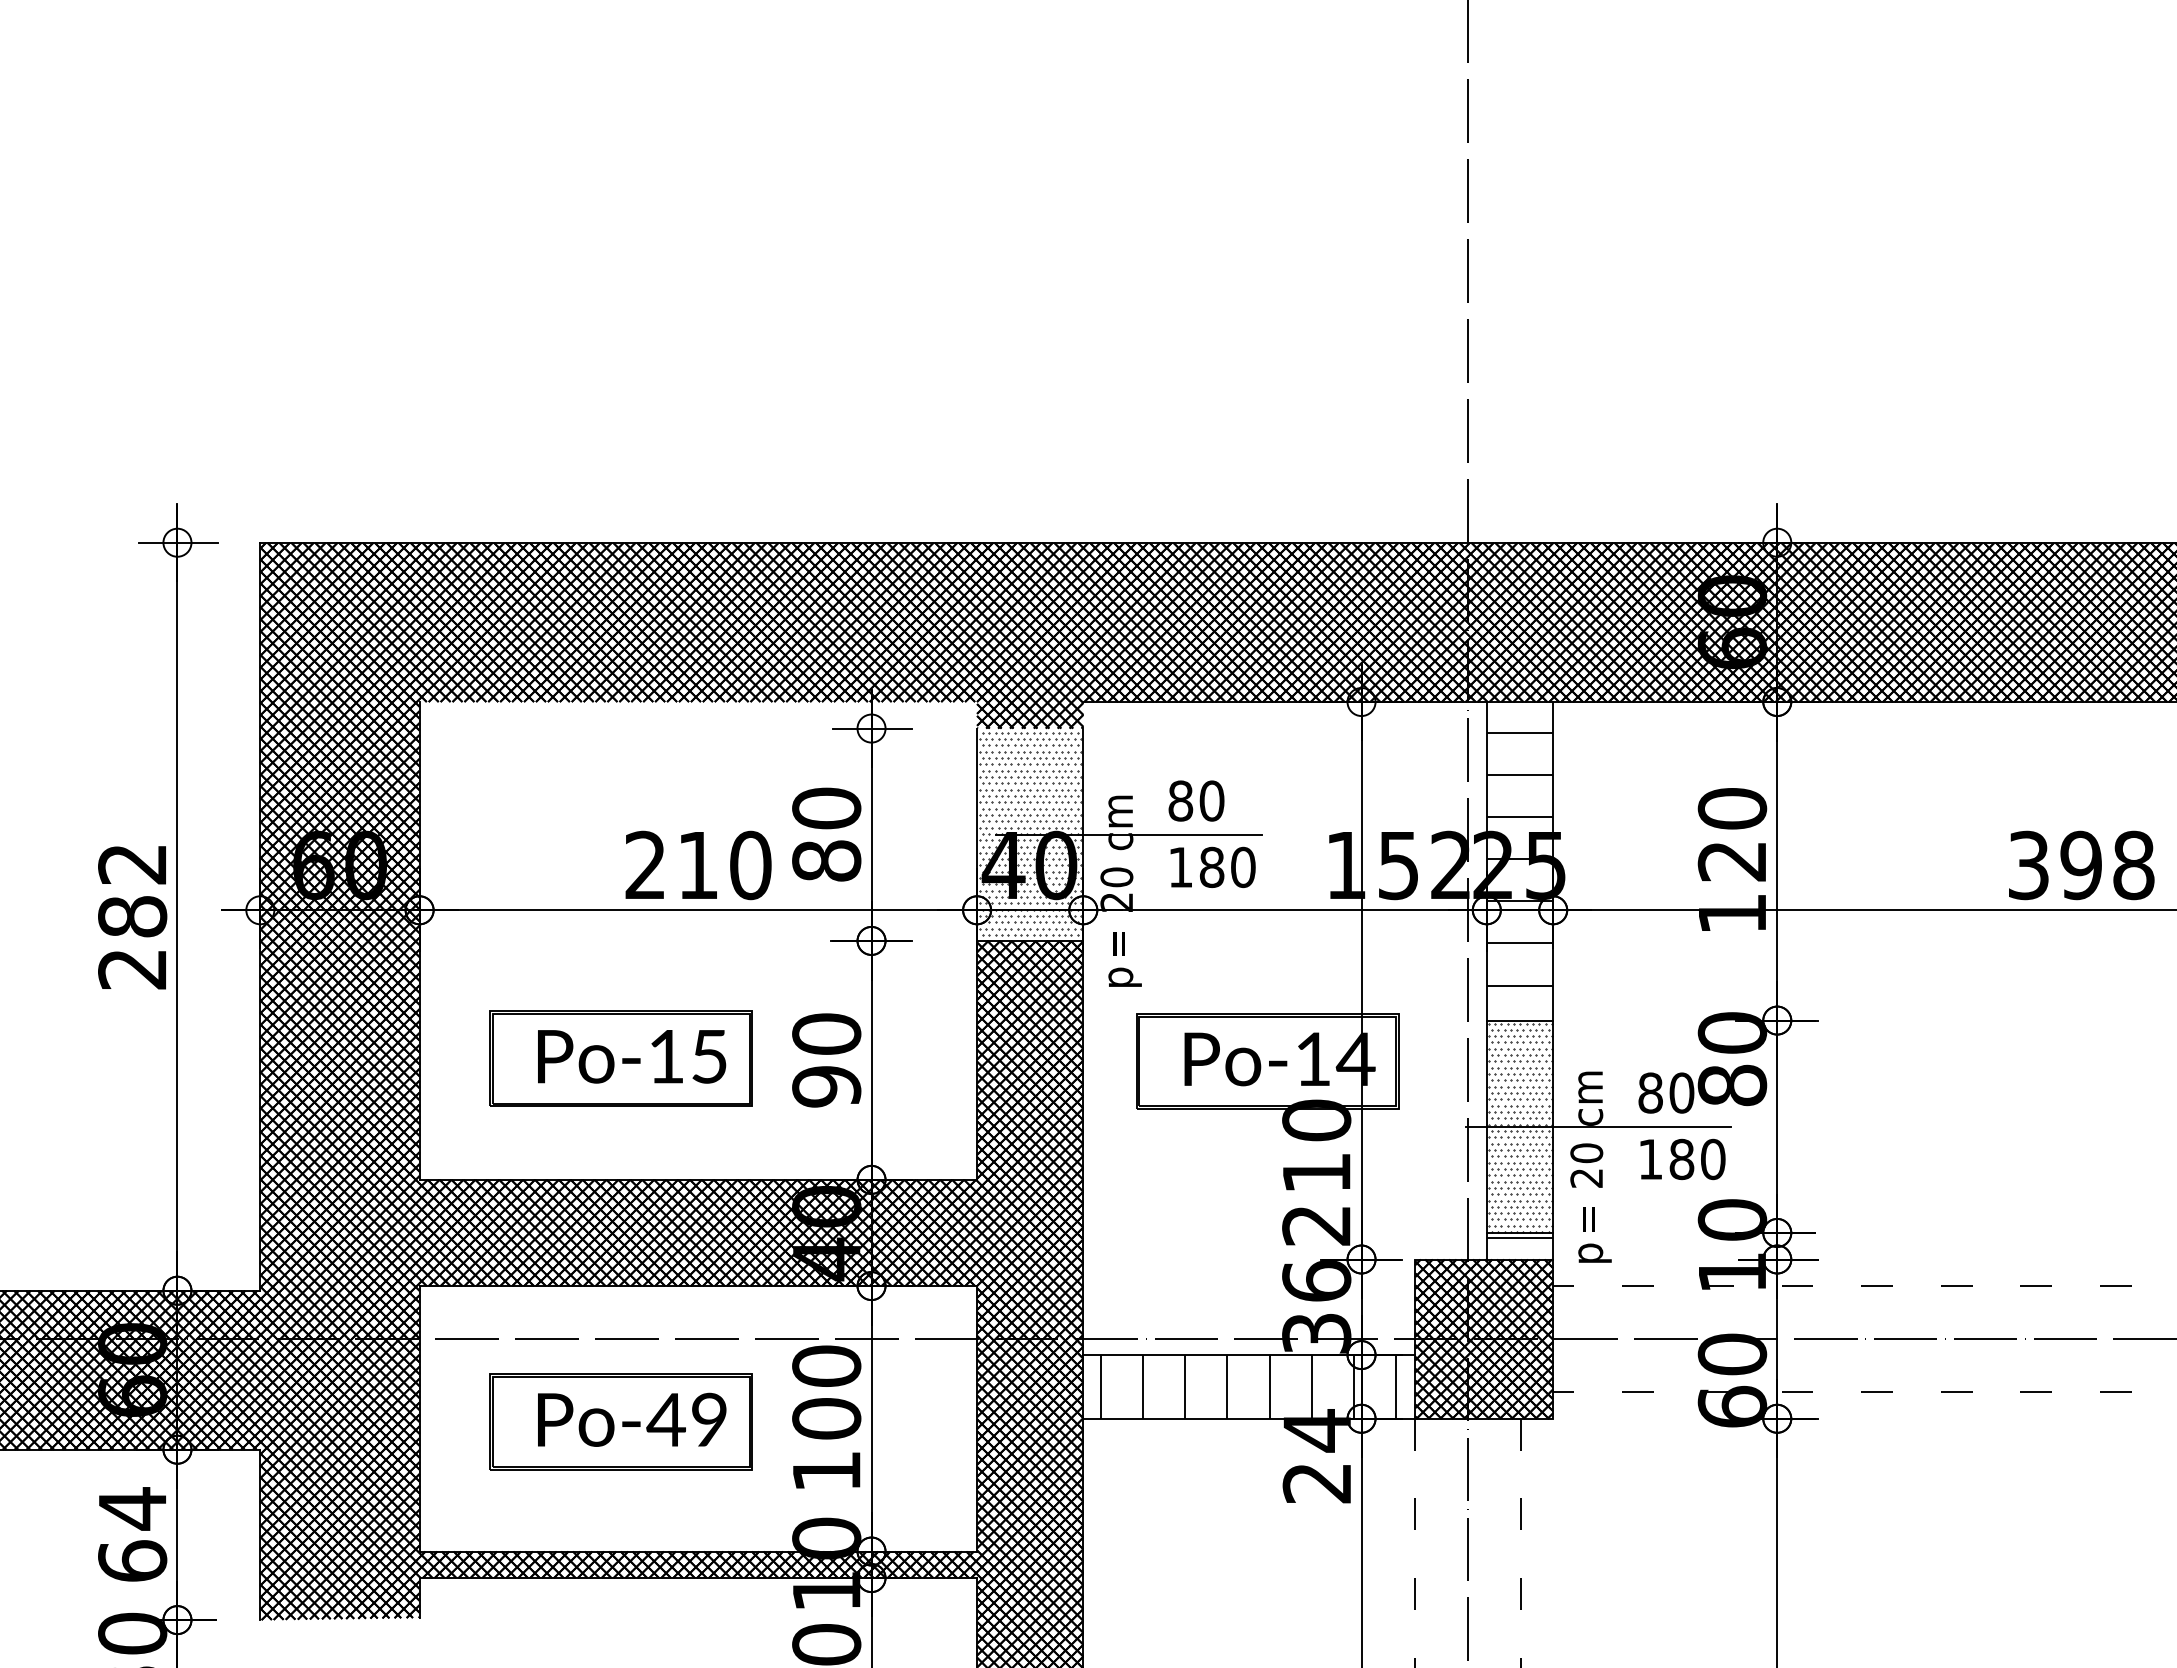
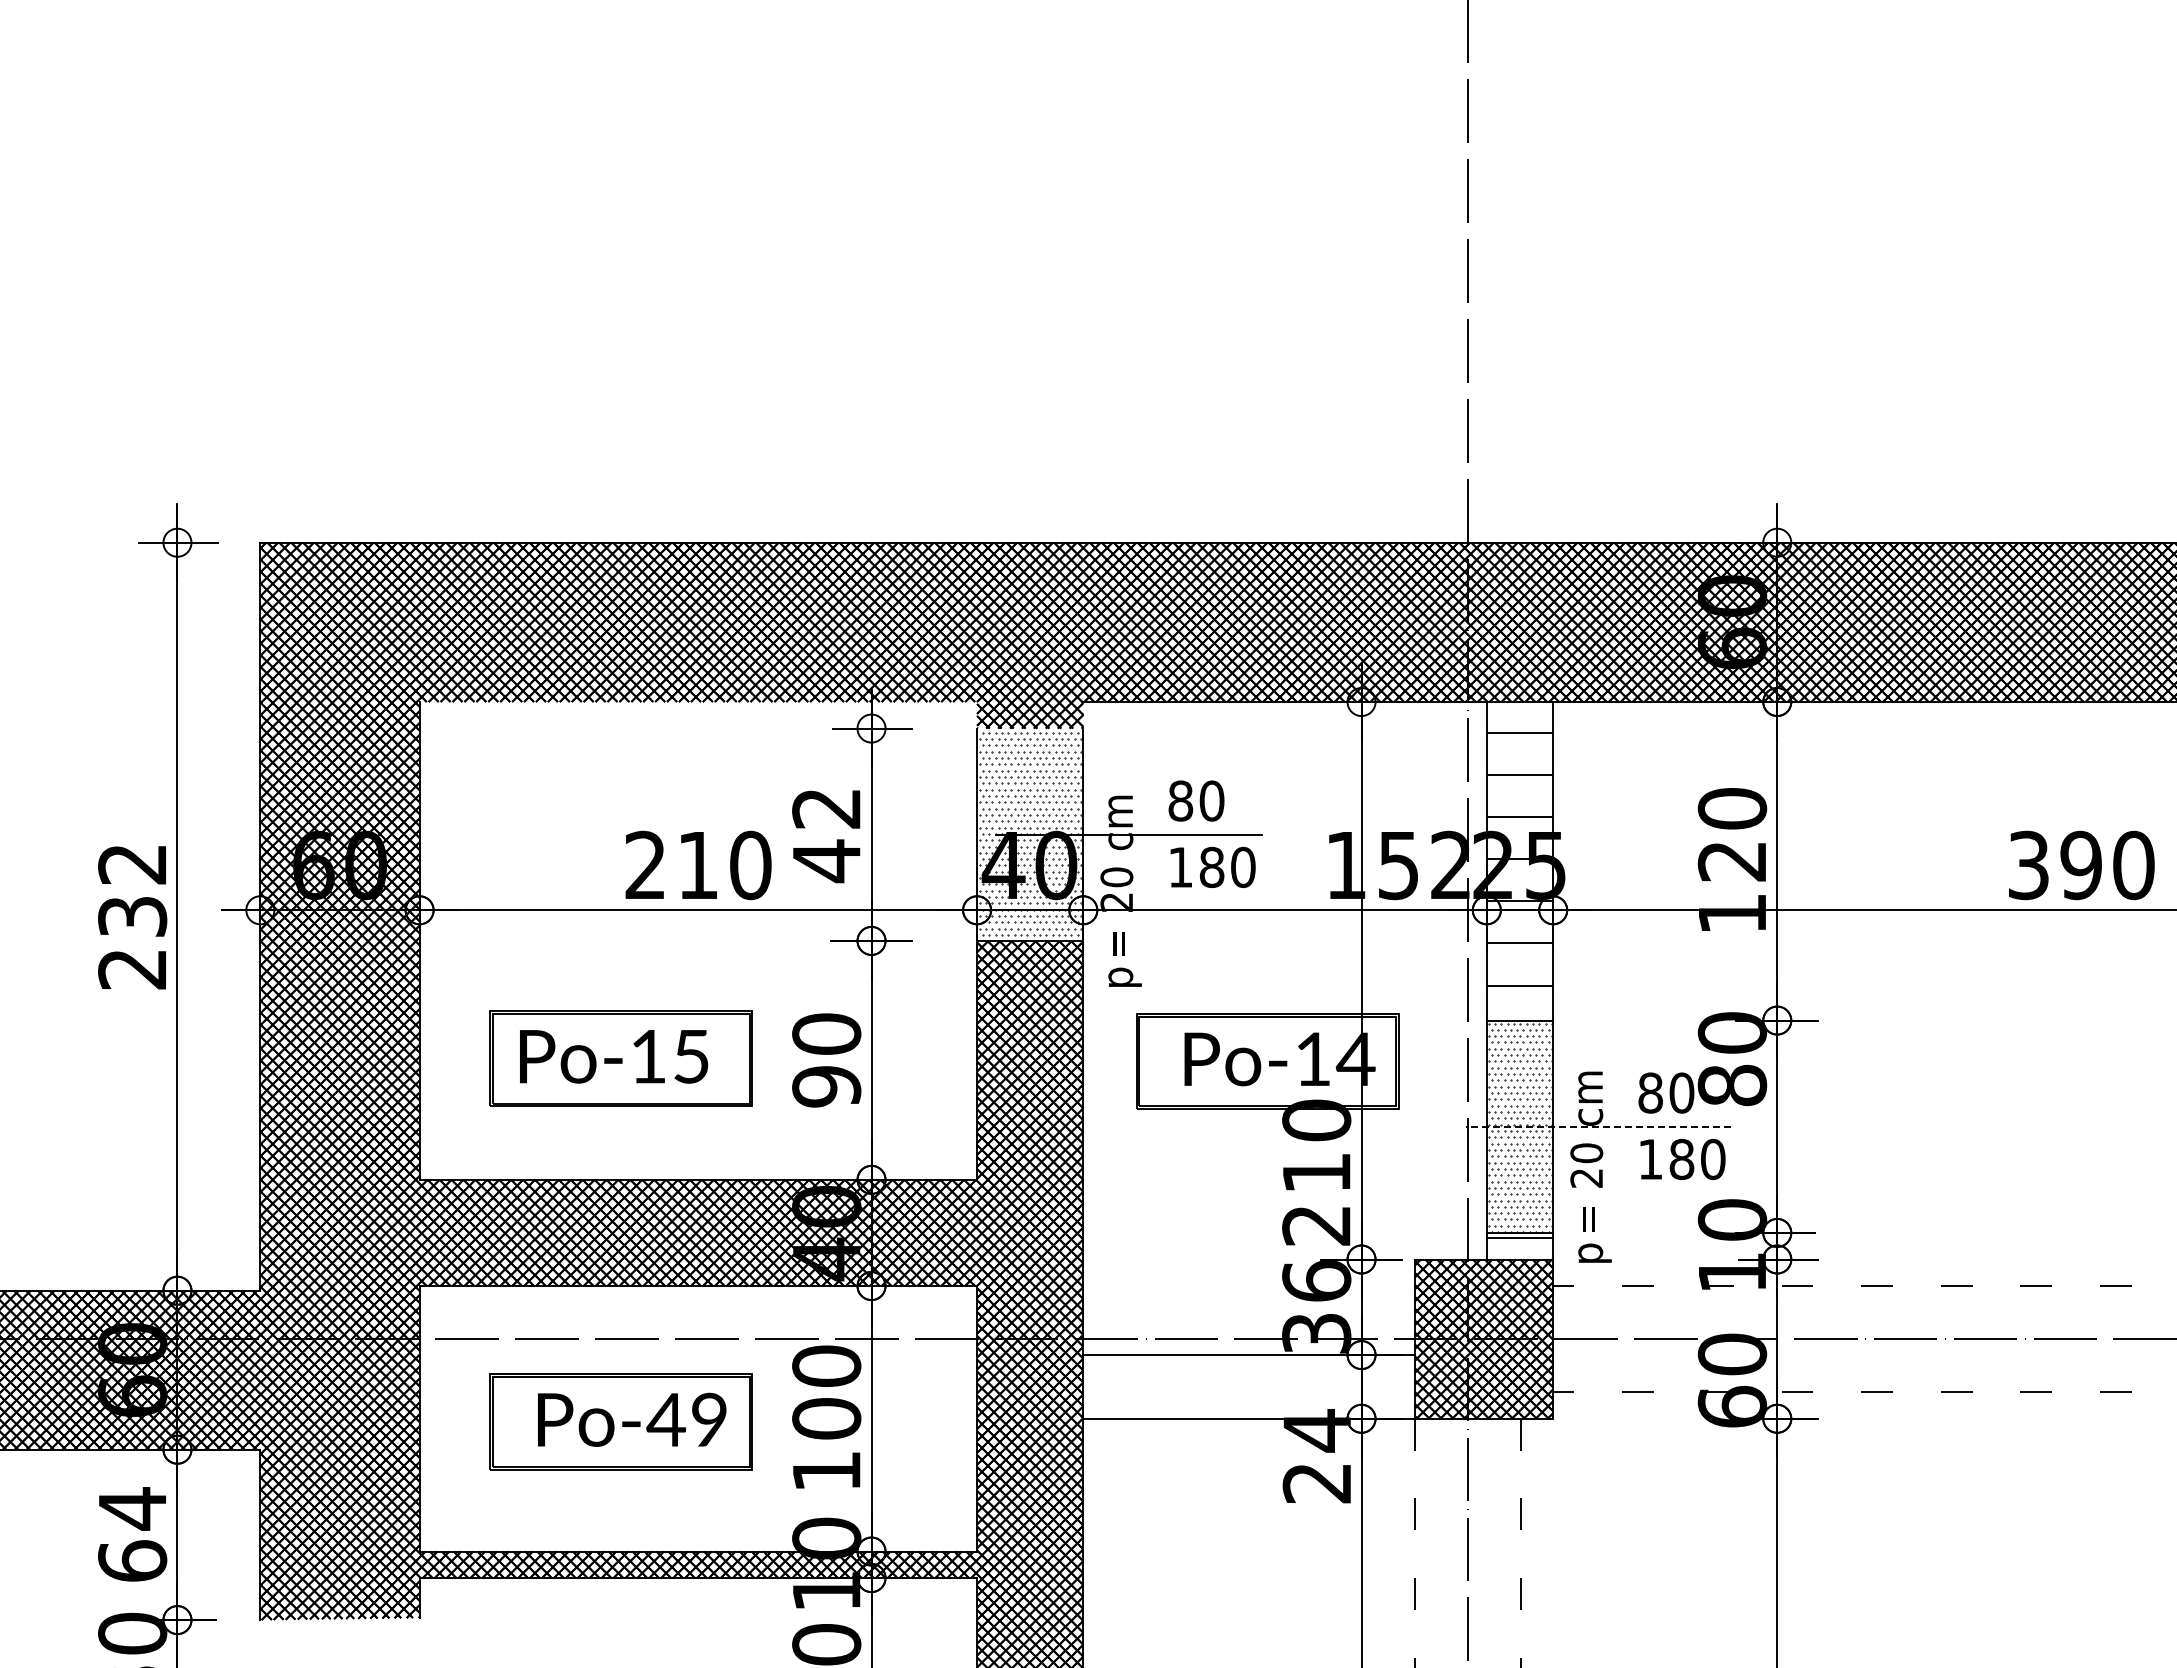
text at (826, 835): 80 -> 42
text at (2133, 865): 398 -> 390
text at (132, 916): 282 -> 232
text at (632, 1056) position: (632, 1056) -> (614, 1056)
line at (1598, 1126): solid -> dashed
hatch at (1248, 1386): present -> none
